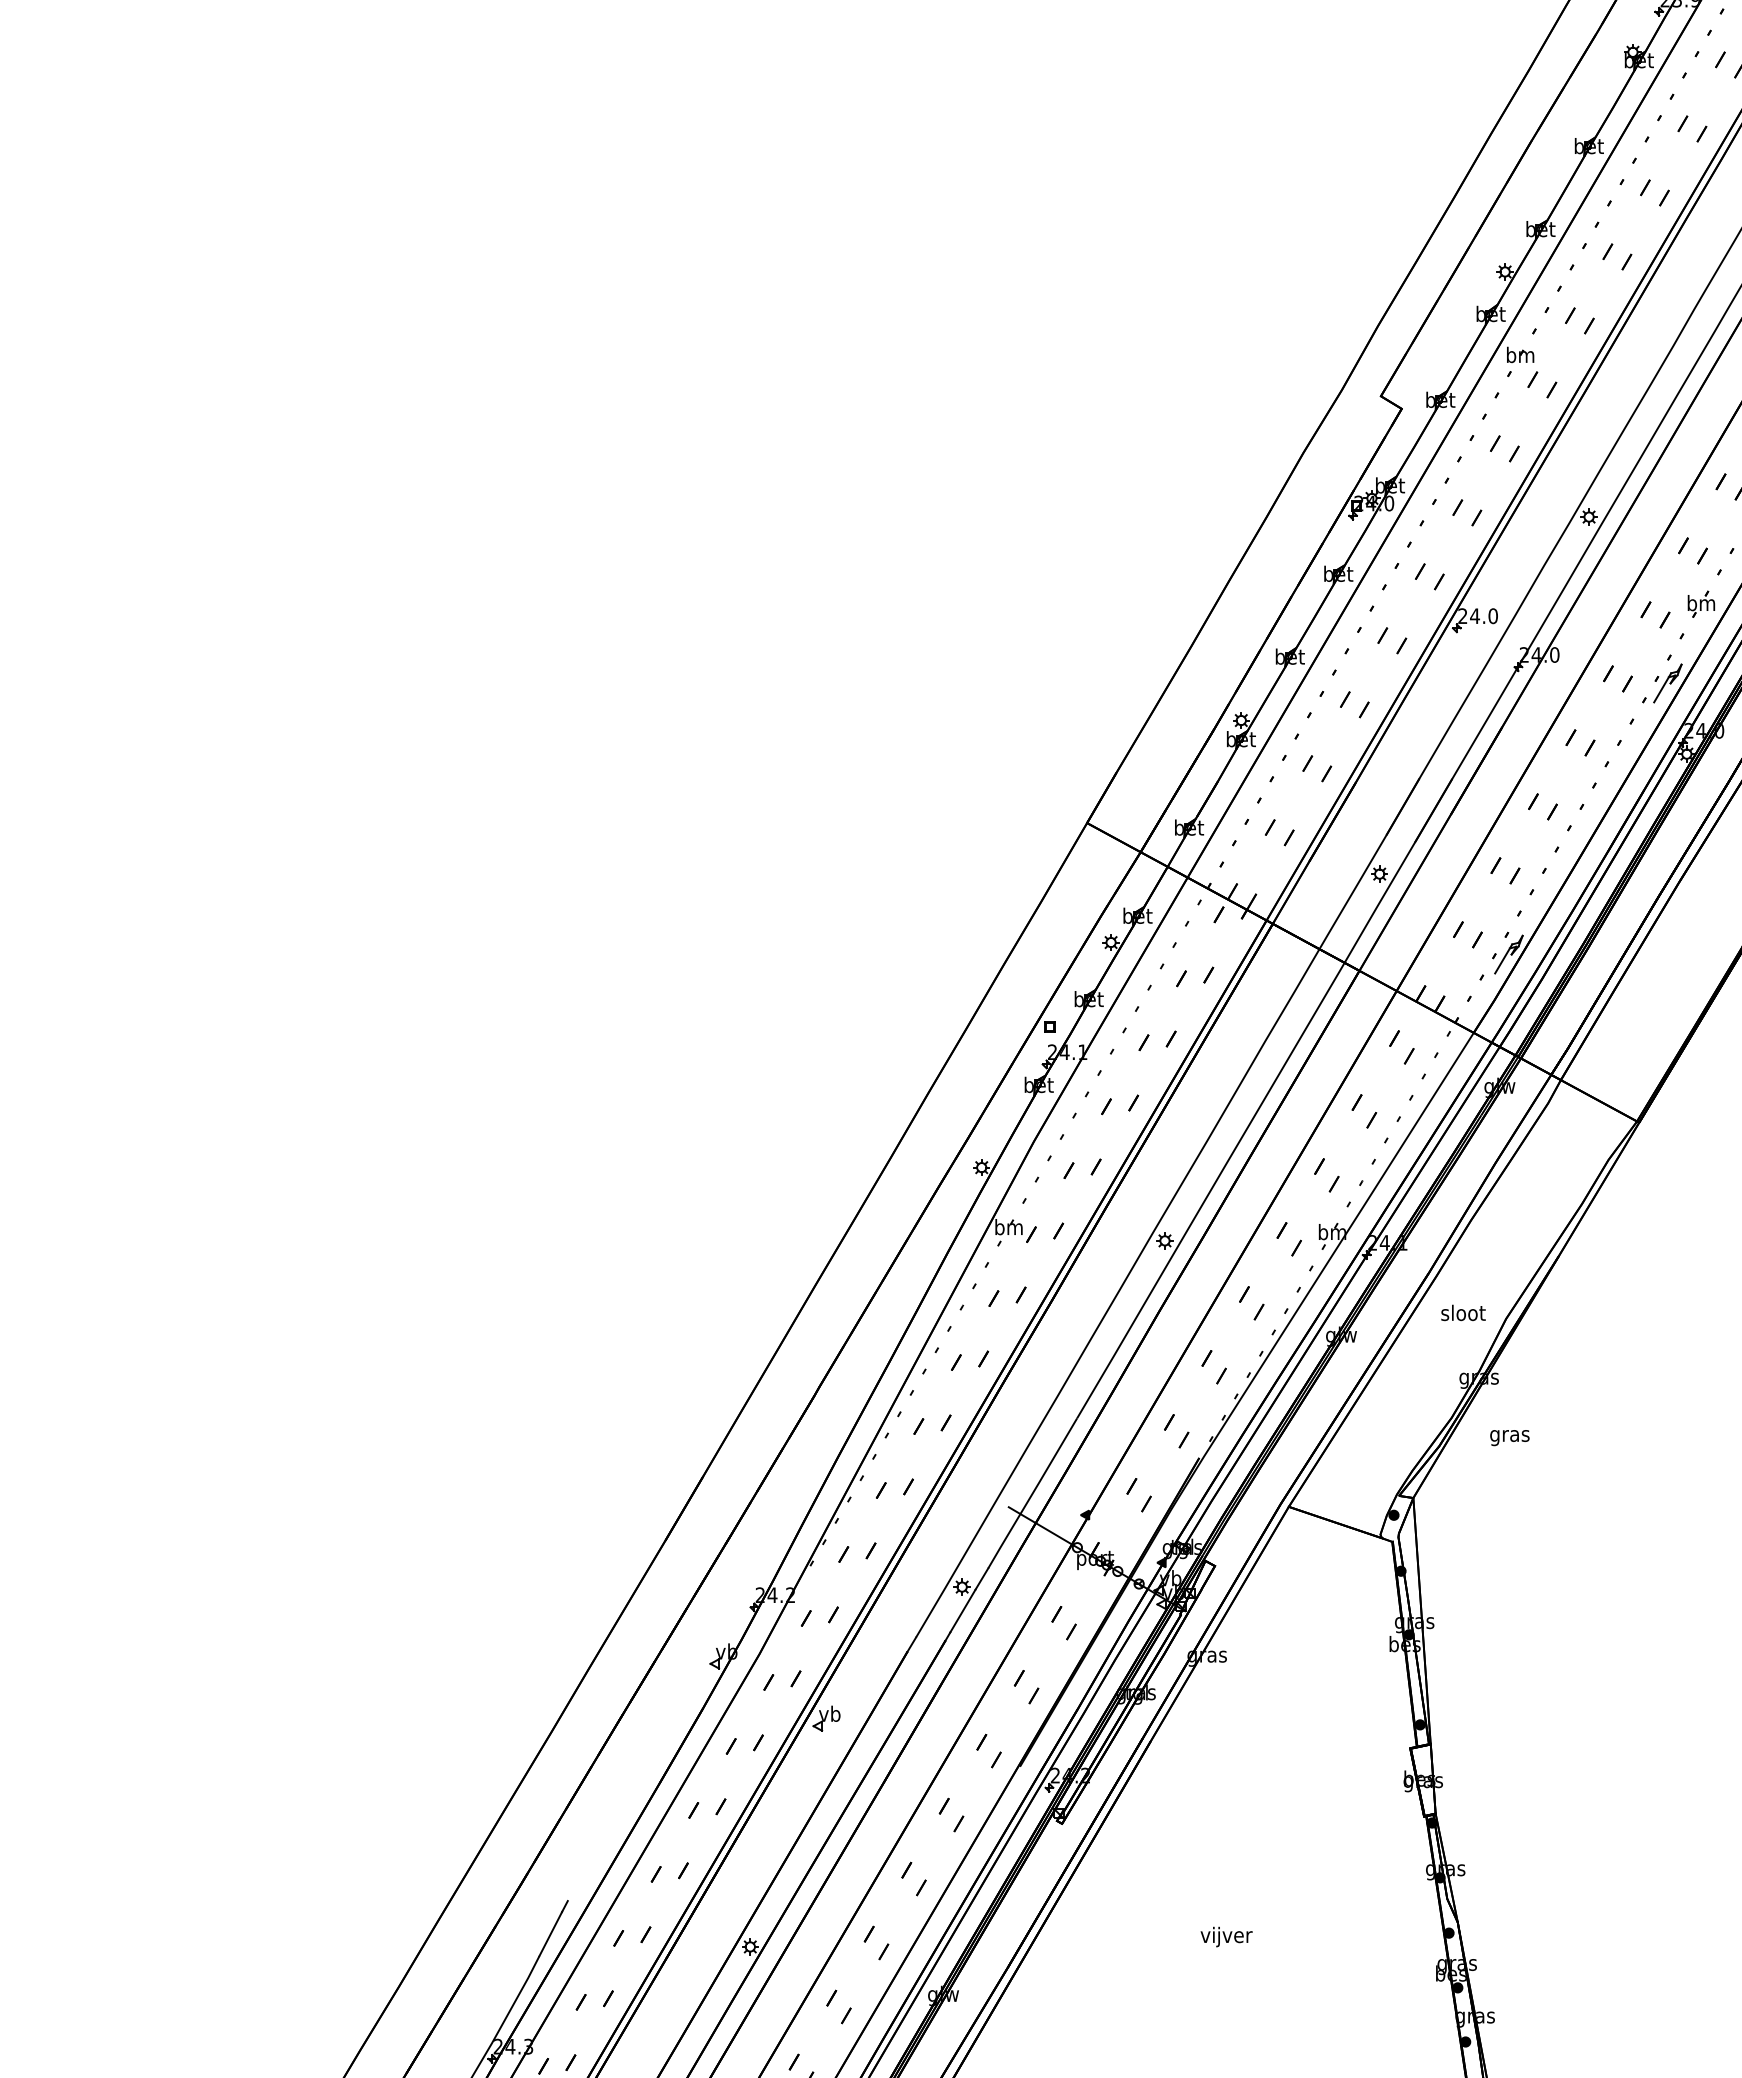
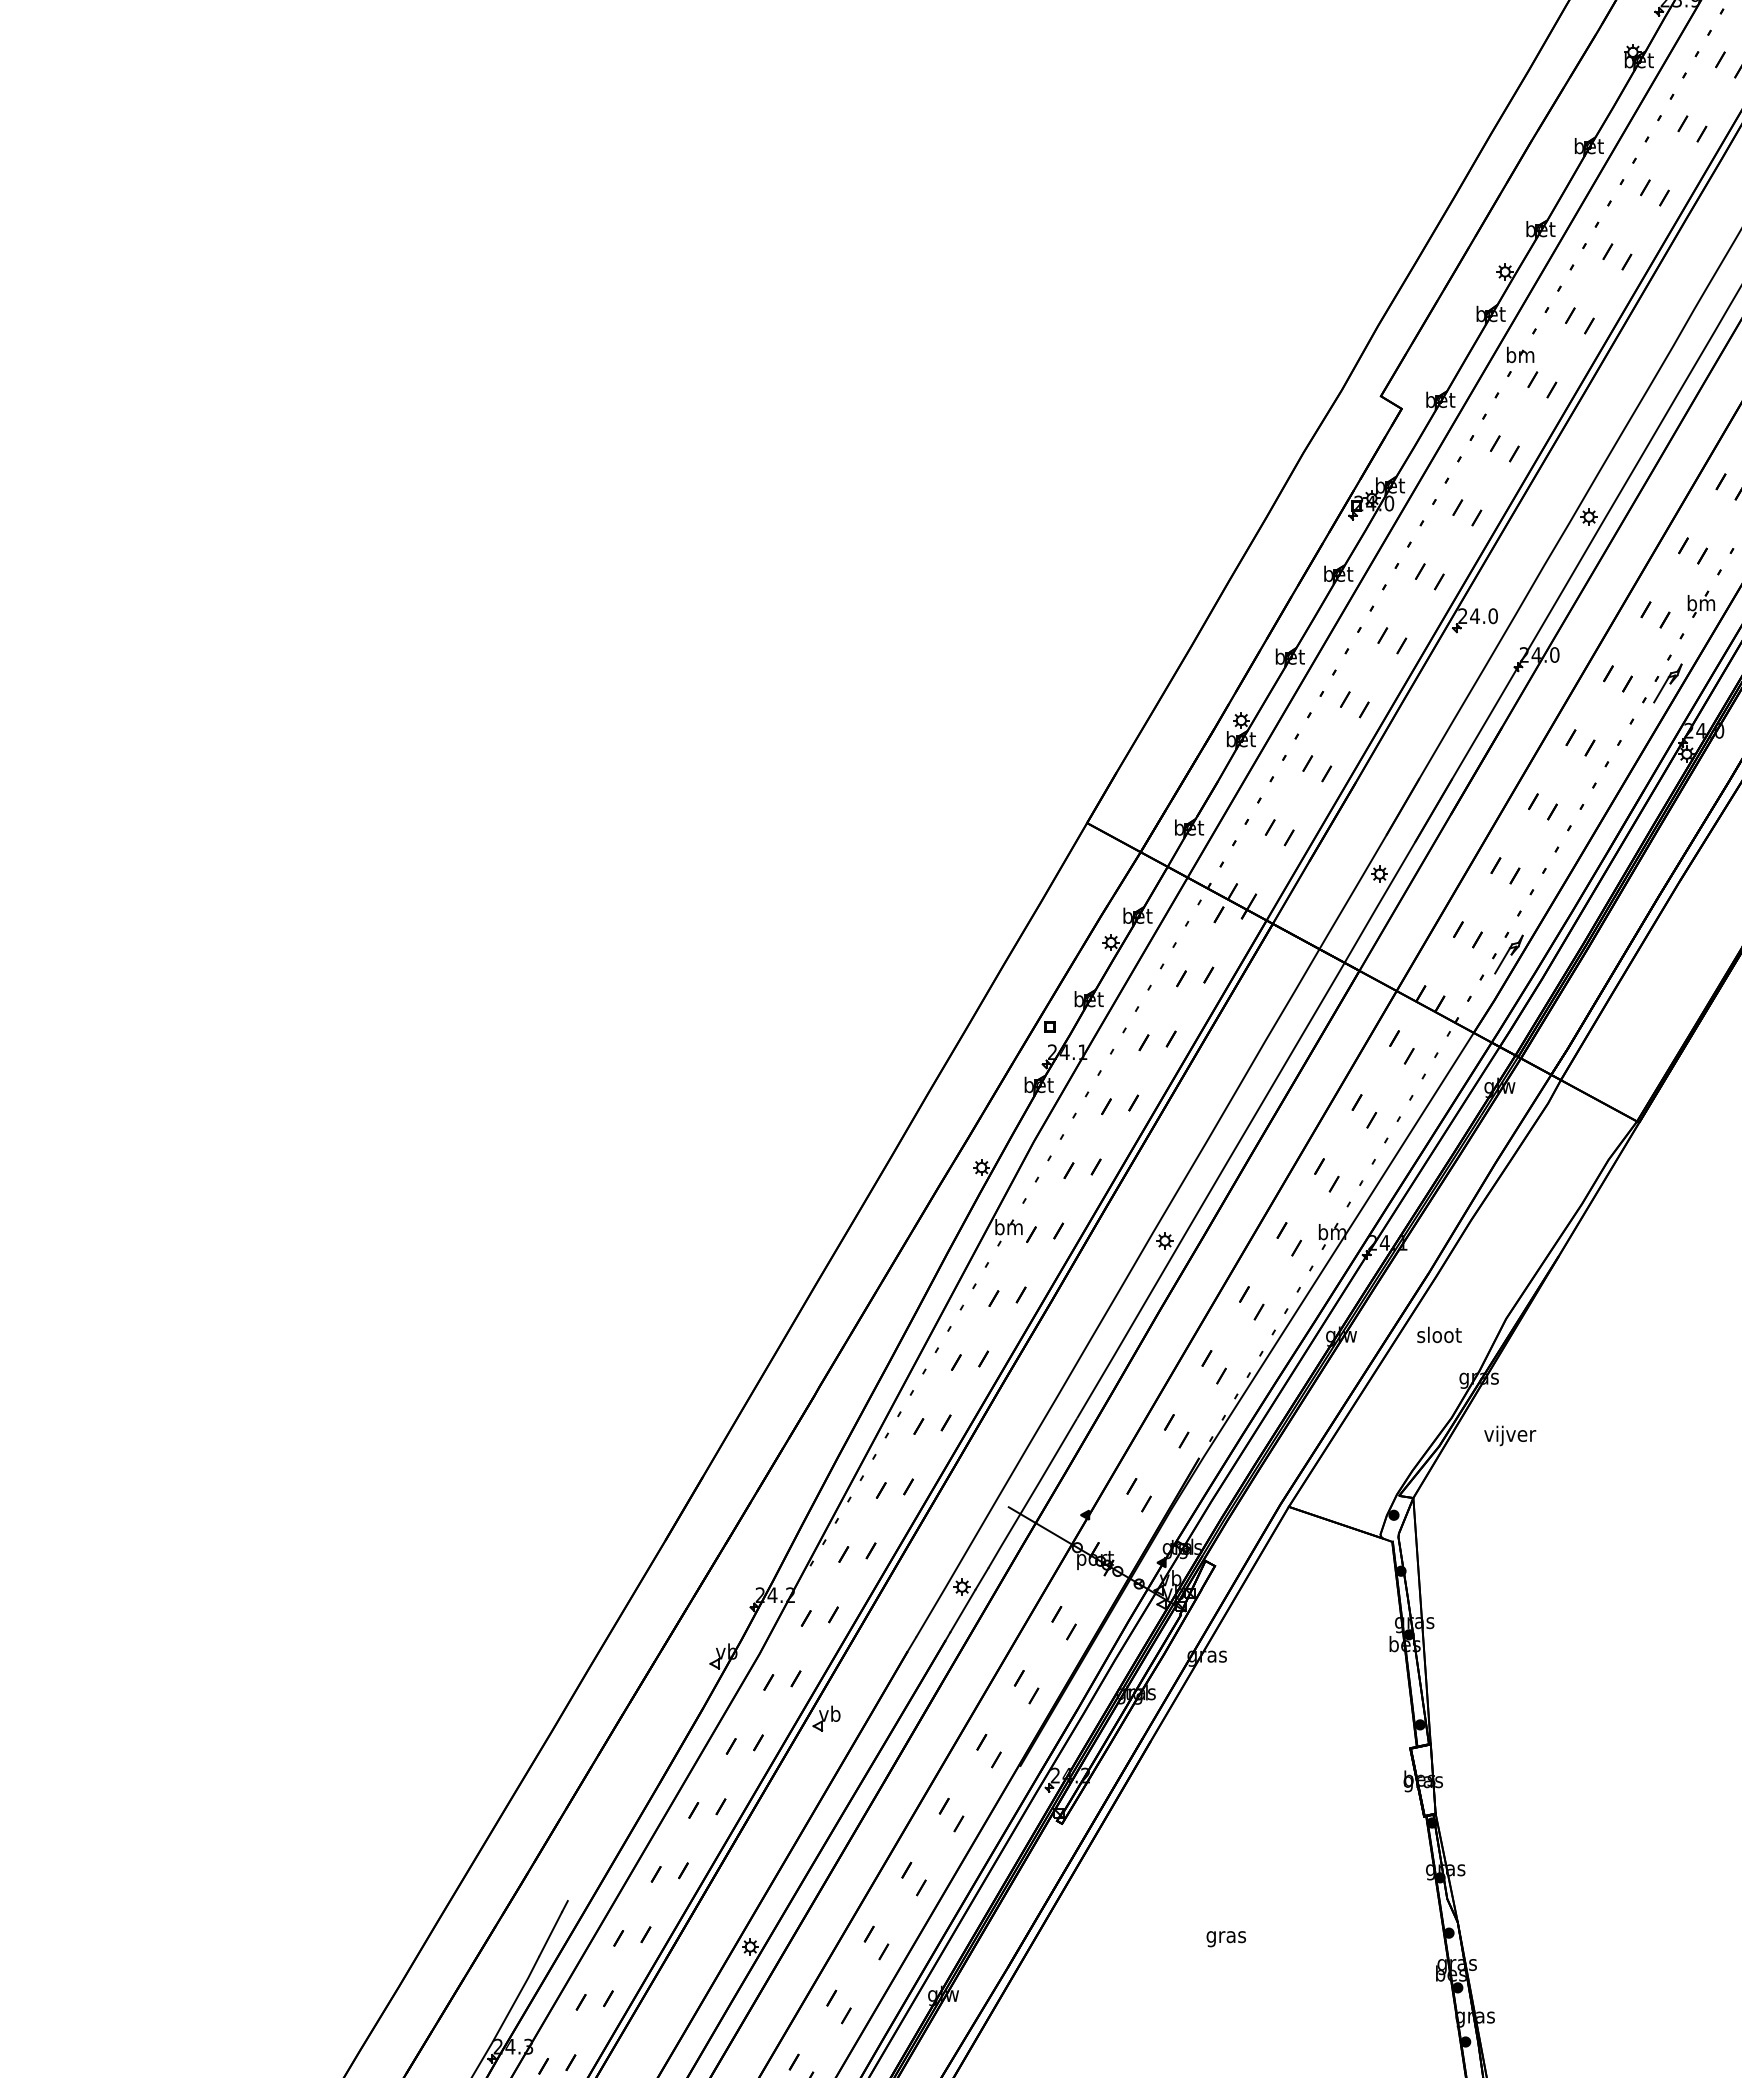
text at (1463, 1312) position: (1463, 1312) -> (1439, 1334)
text at (1510, 1435): gras -> vijver
text at (1226, 1936): vijver -> gras
